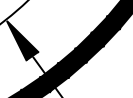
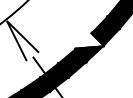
fill at (89, 40): present -> none
fill at (22, 41): present -> none
